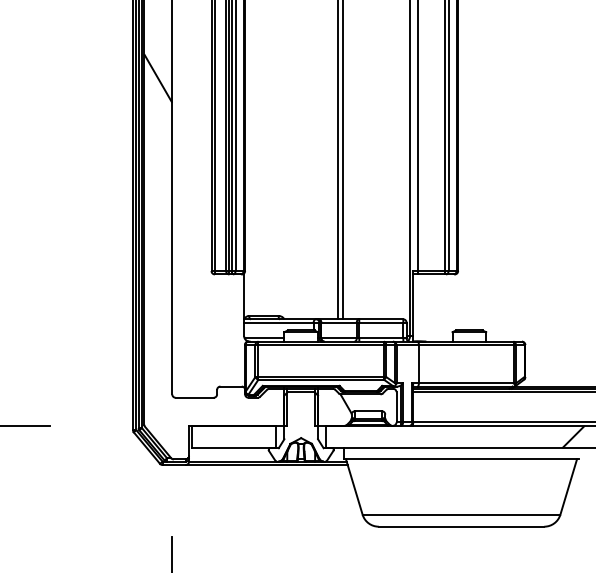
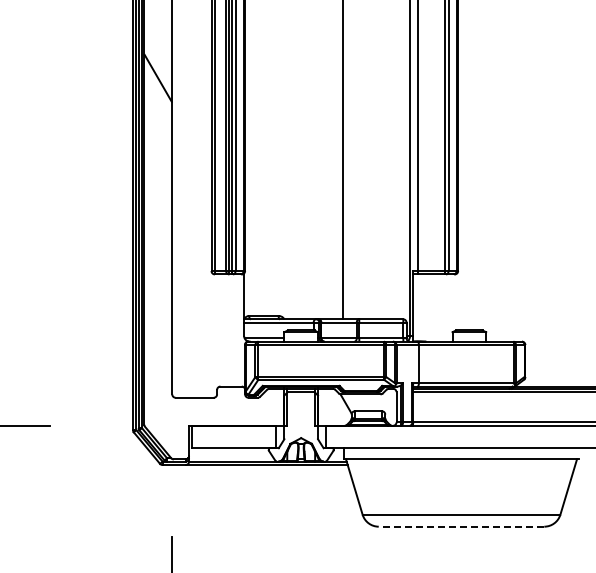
line at (338, 160): present -> none
hatch at (573, 436): present -> none
line at (461, 526): solid -> dashed
